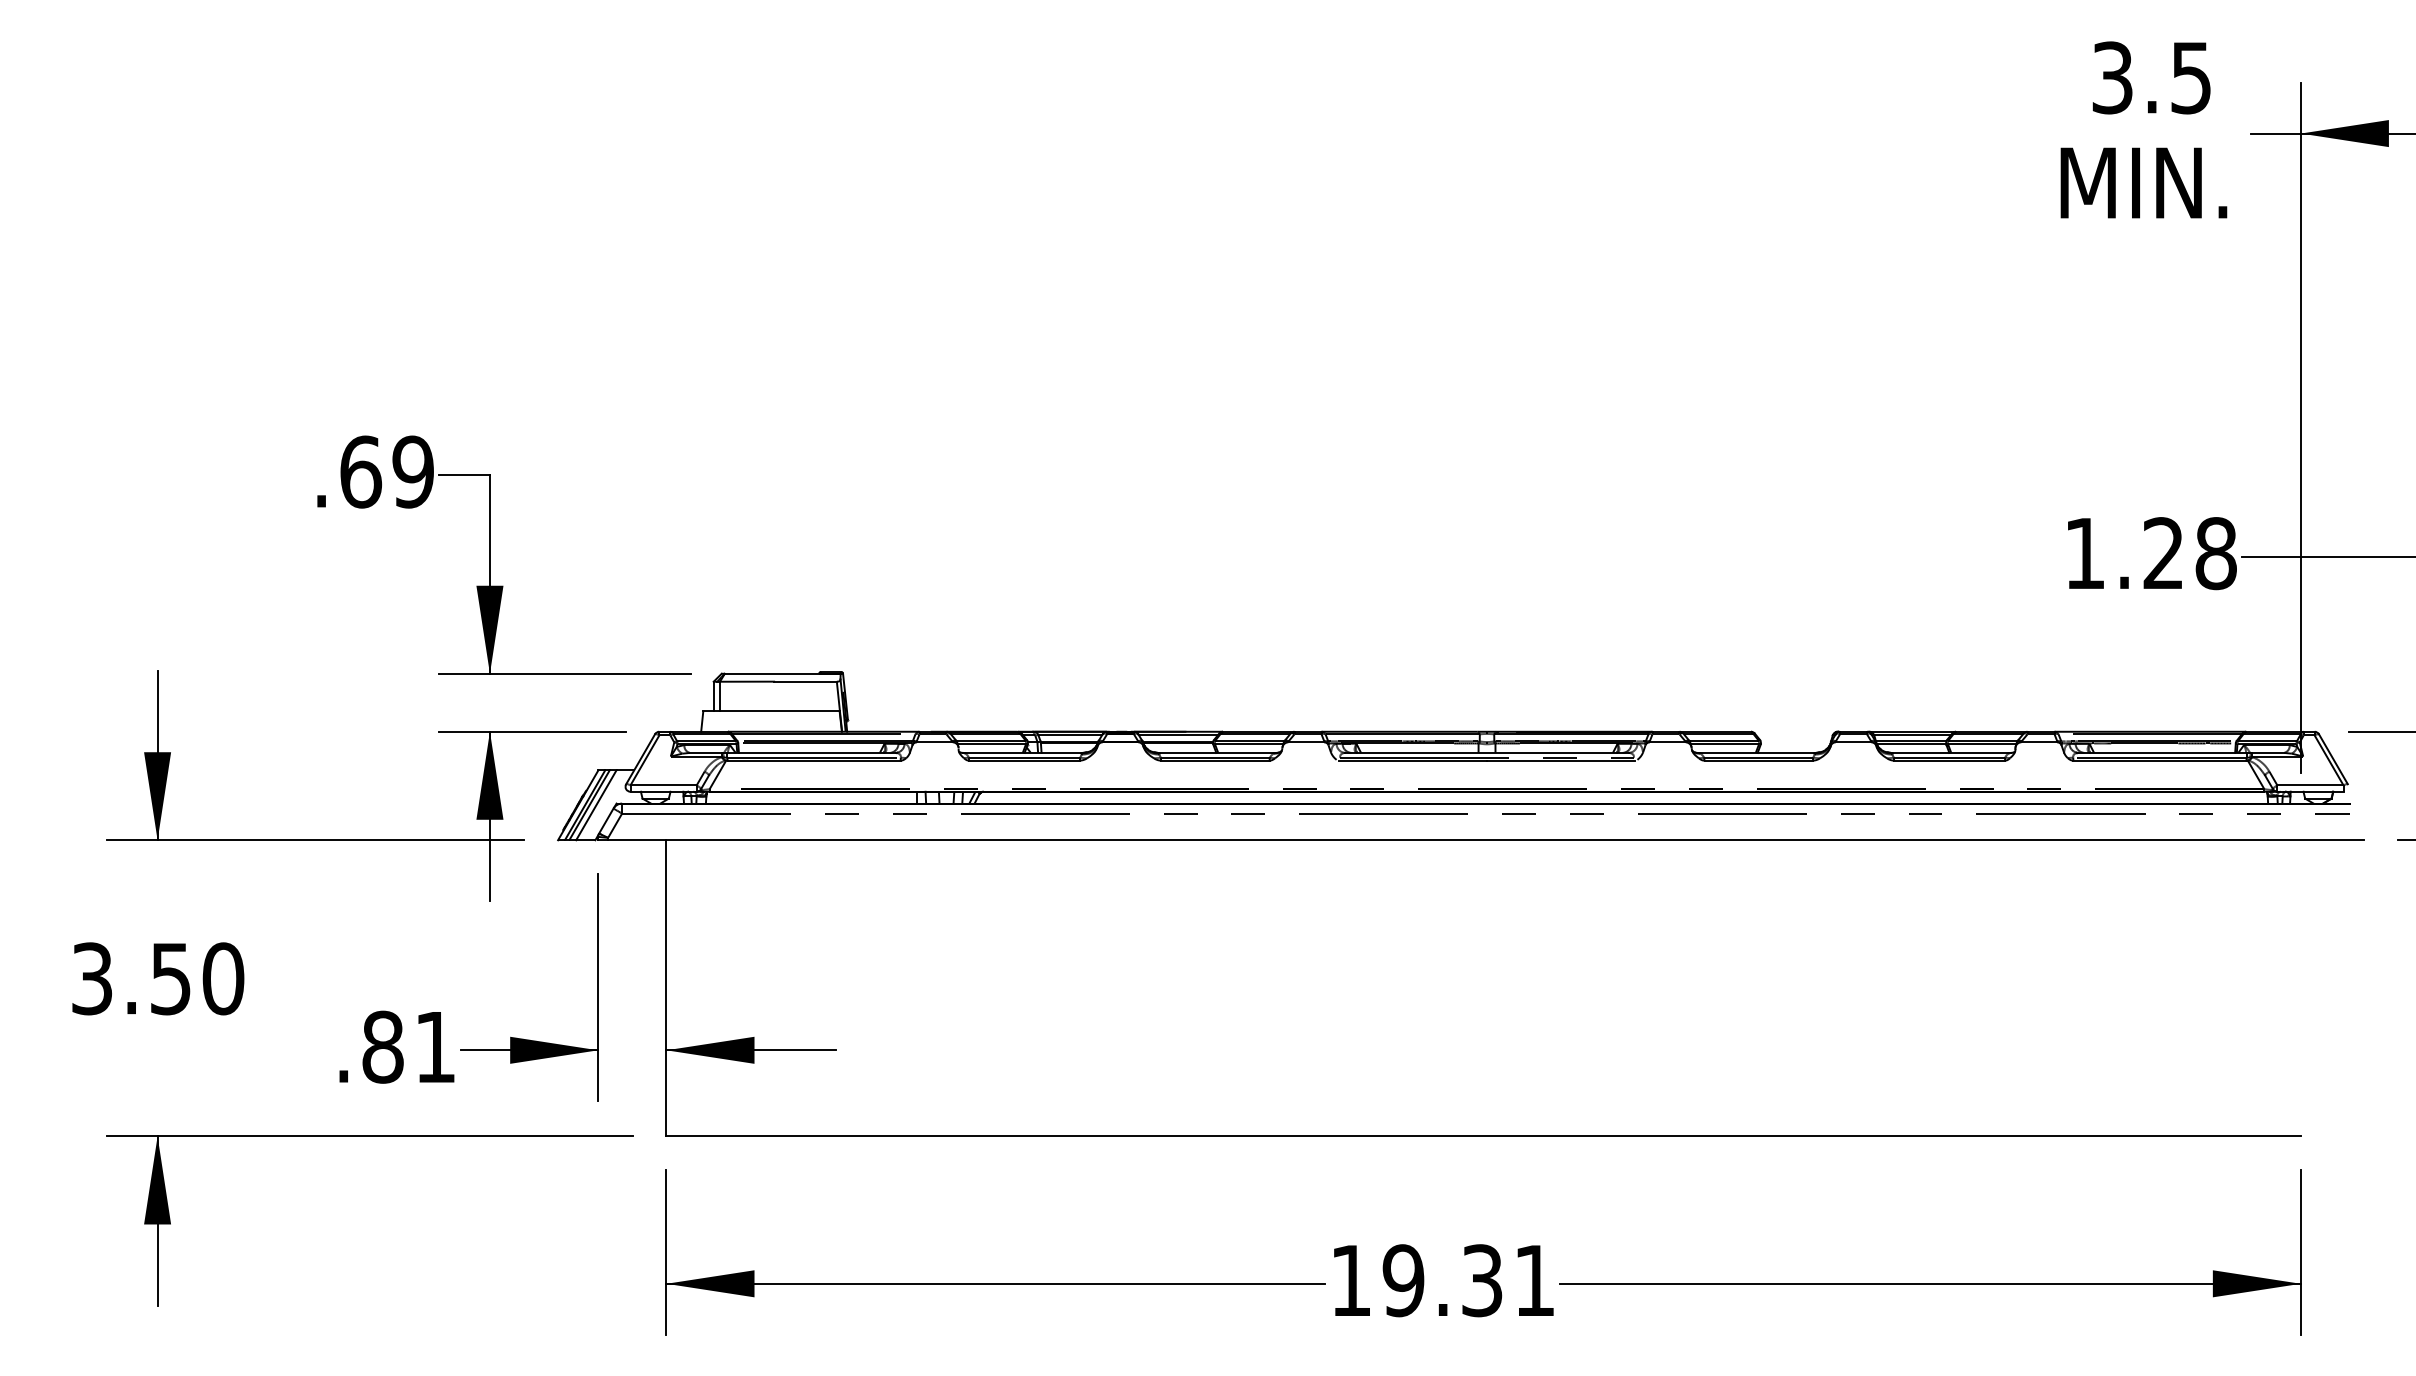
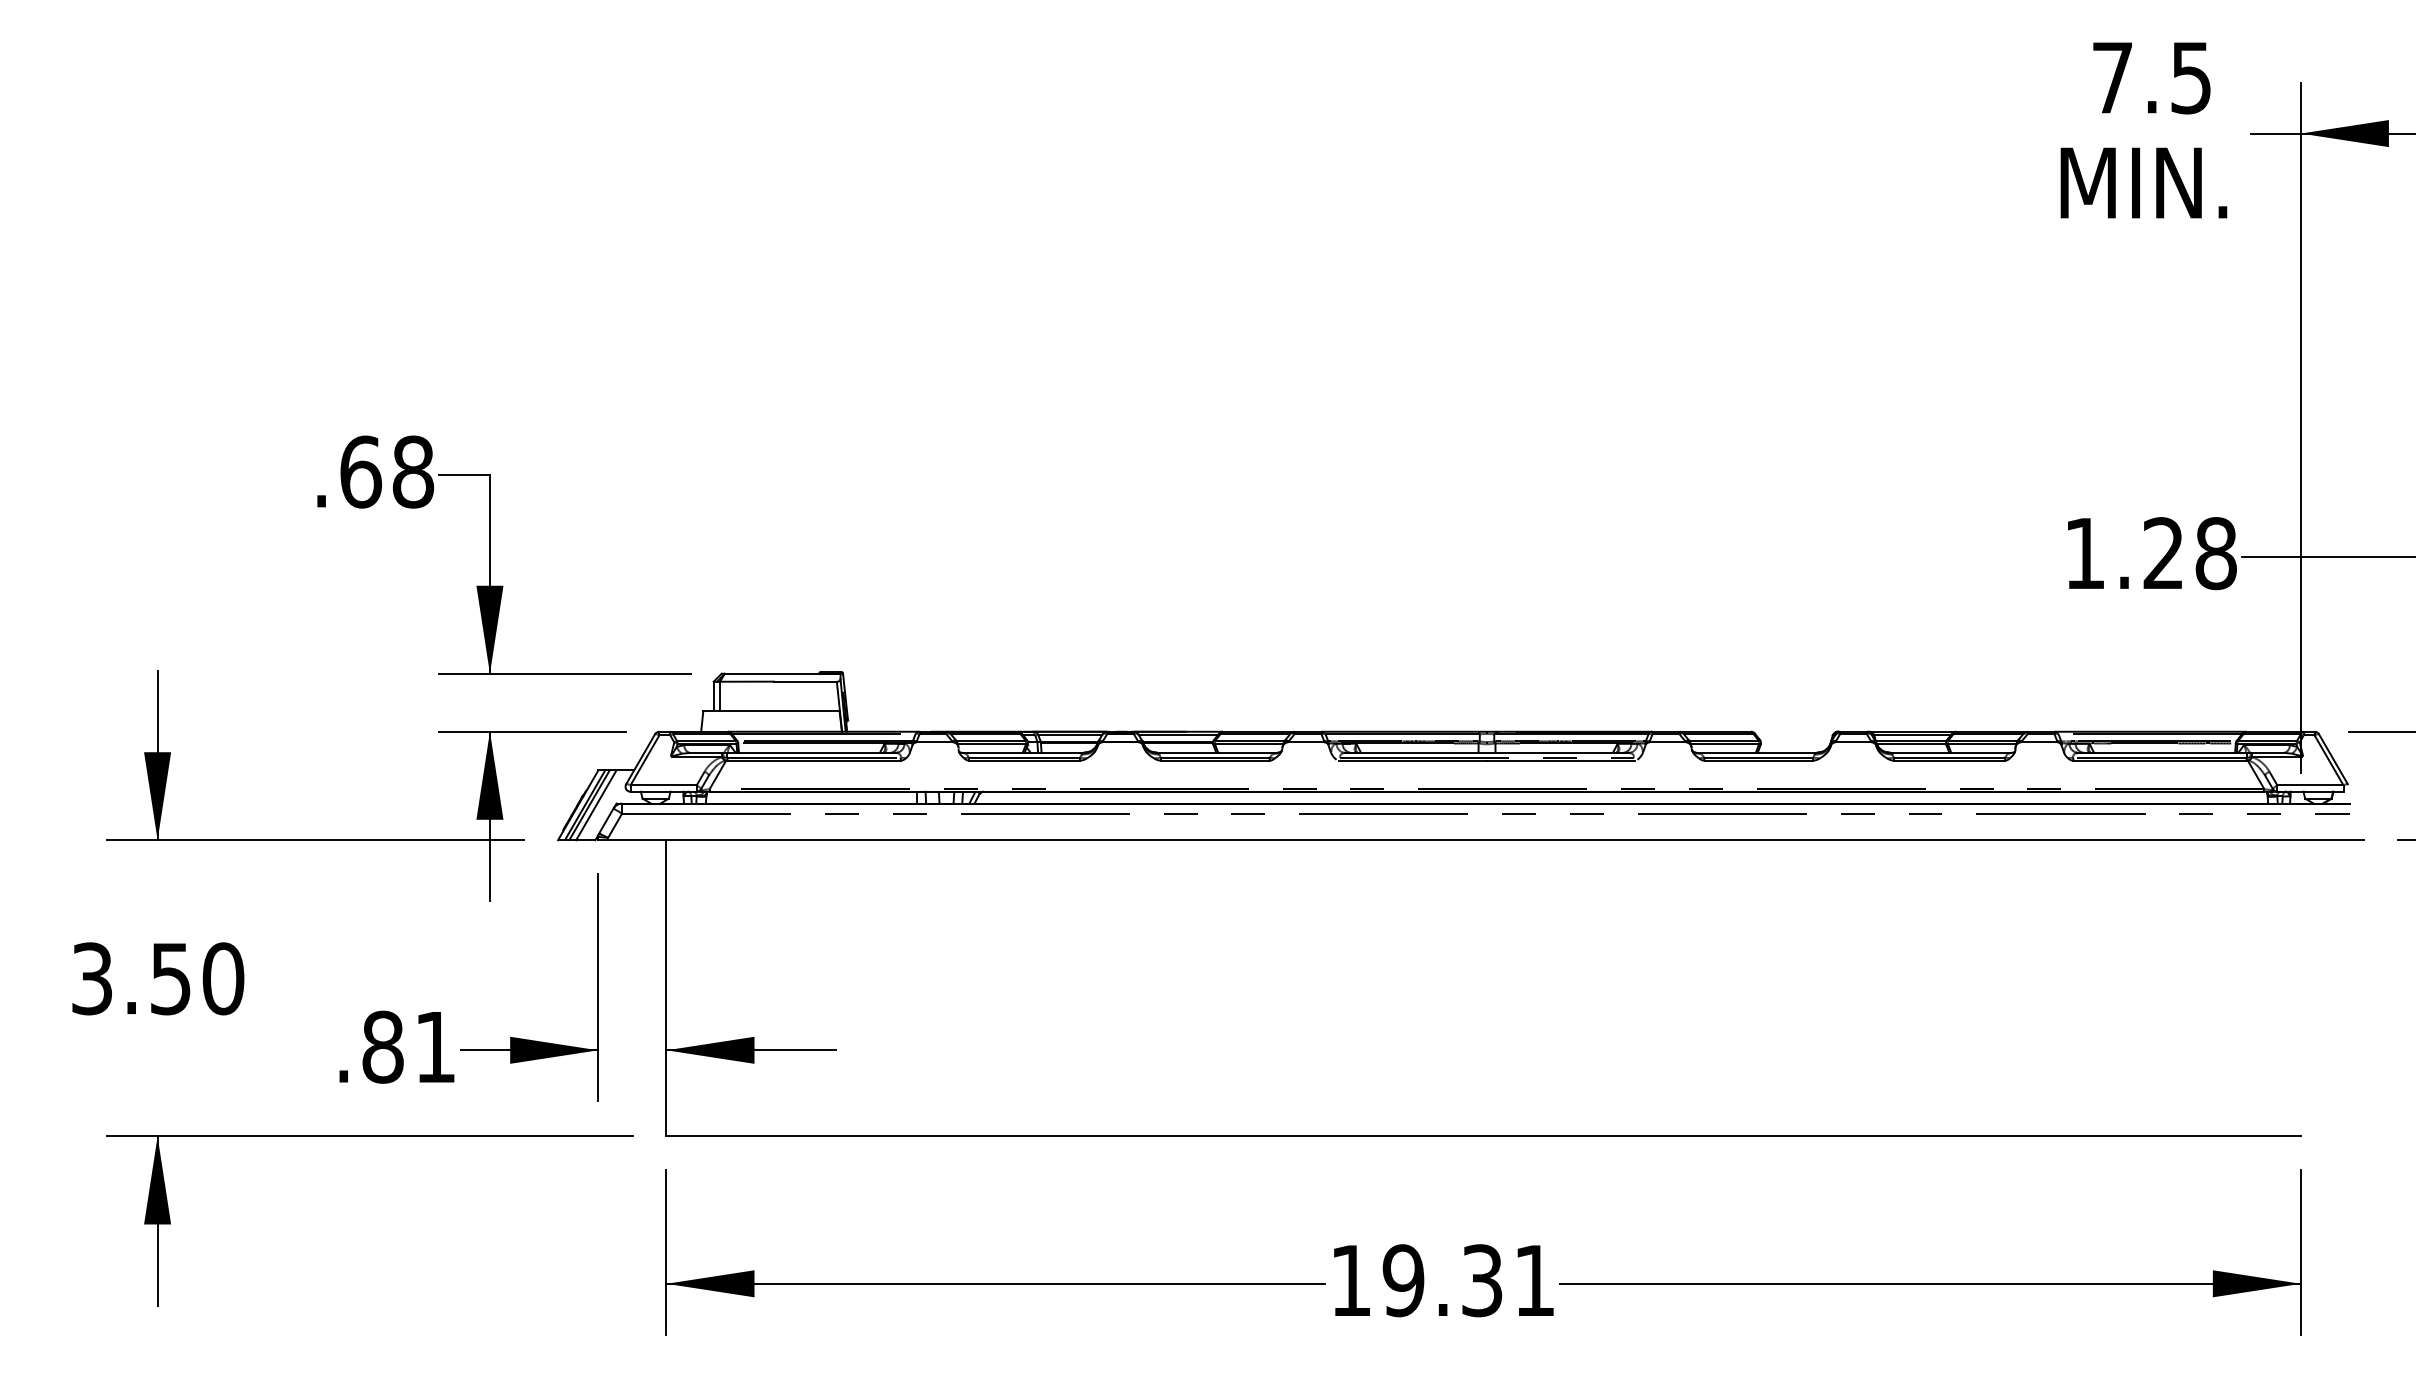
text at (2112, 77): 3.5 -> 7.5
text at (413, 471): .69 -> .68
